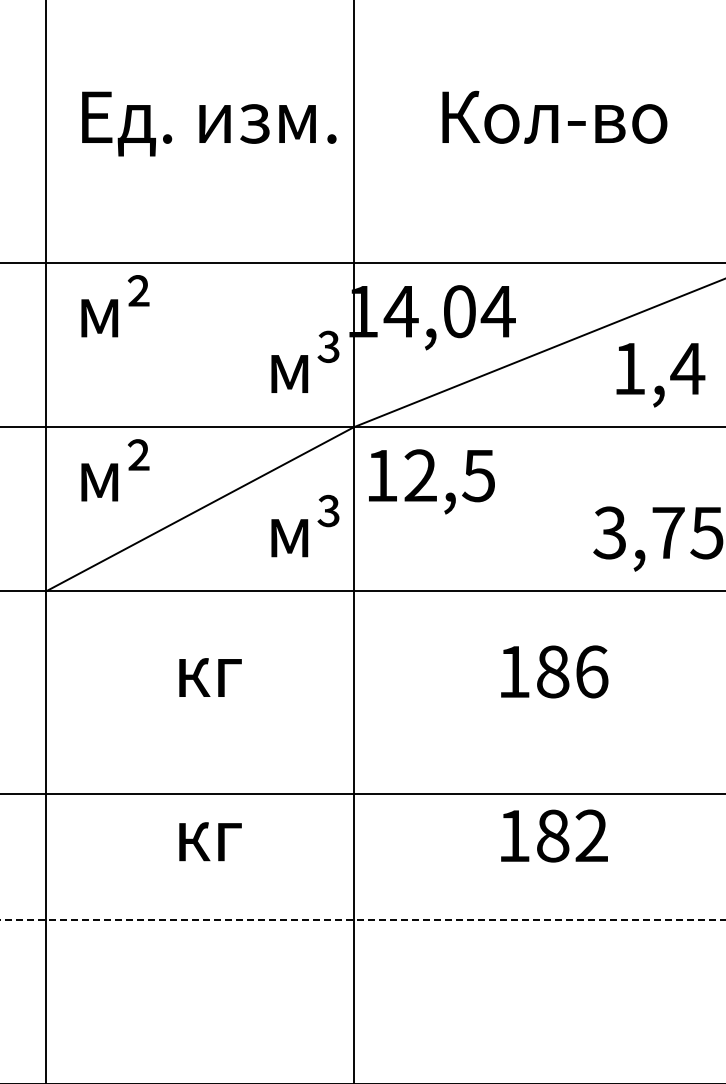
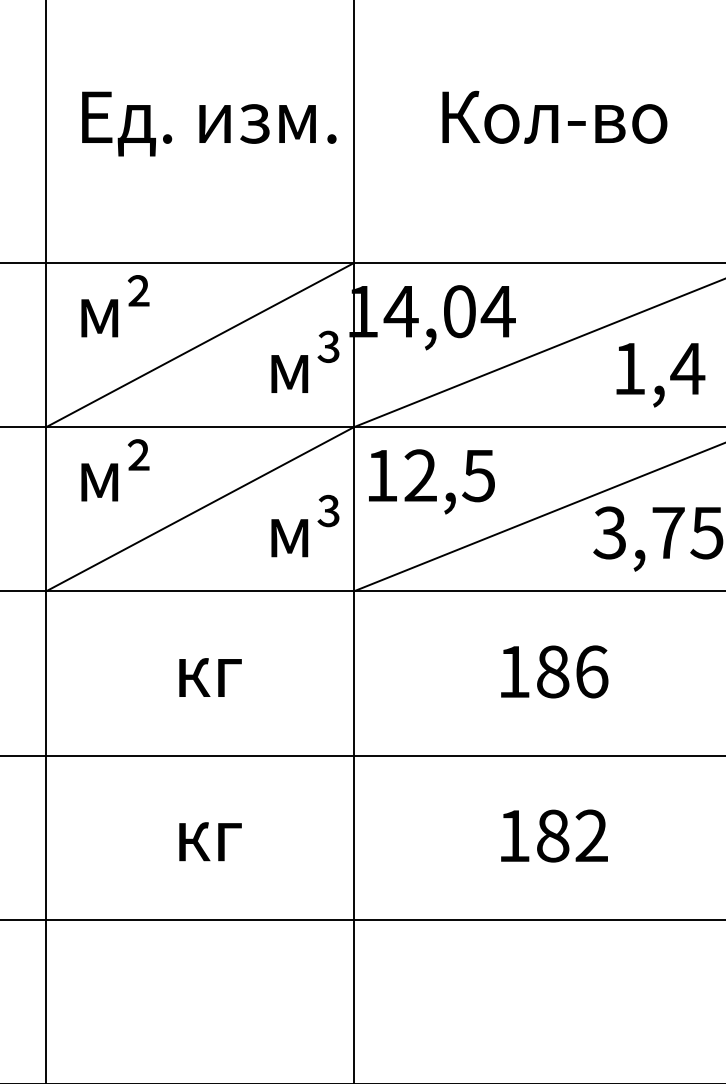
line at (199, 345): none -> present
line at (537, 517): none -> present
line at (362, 793) position: (362, 793) -> (362, 755)
line at (363, 919): dashed -> solid
